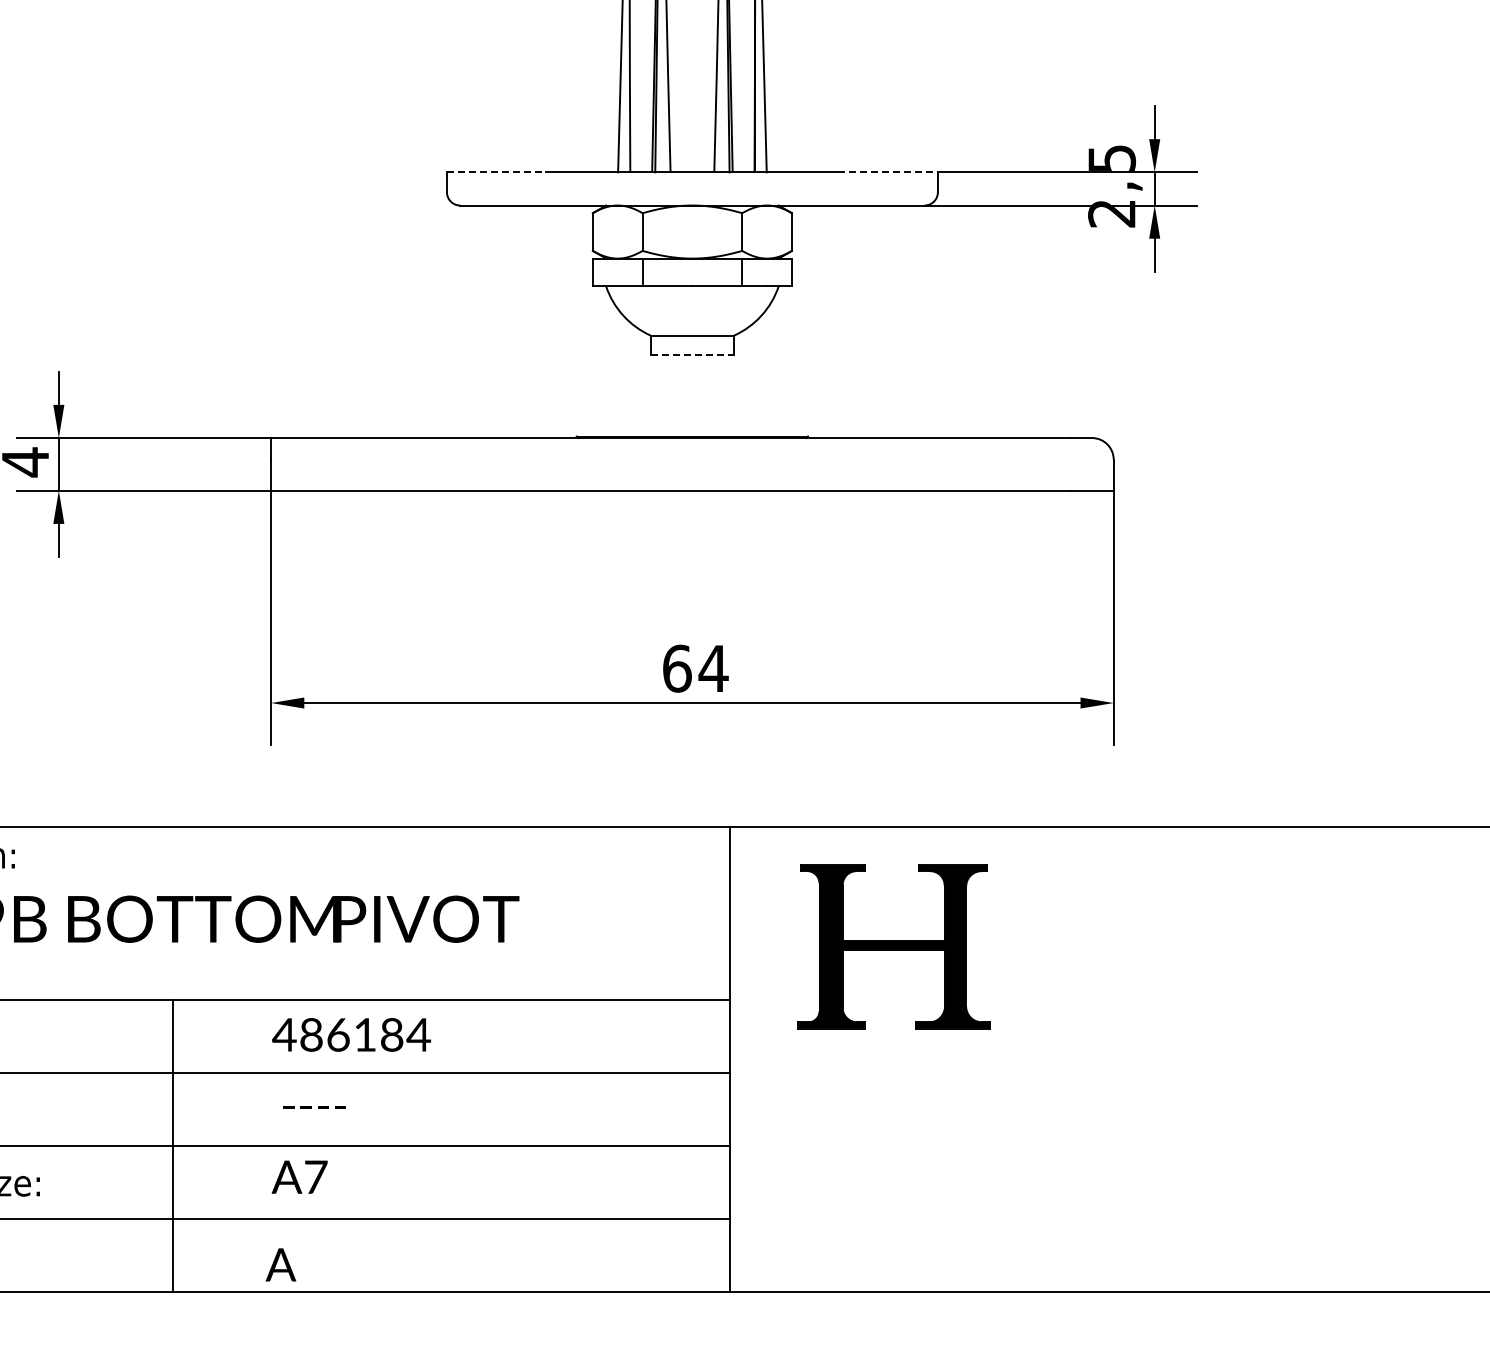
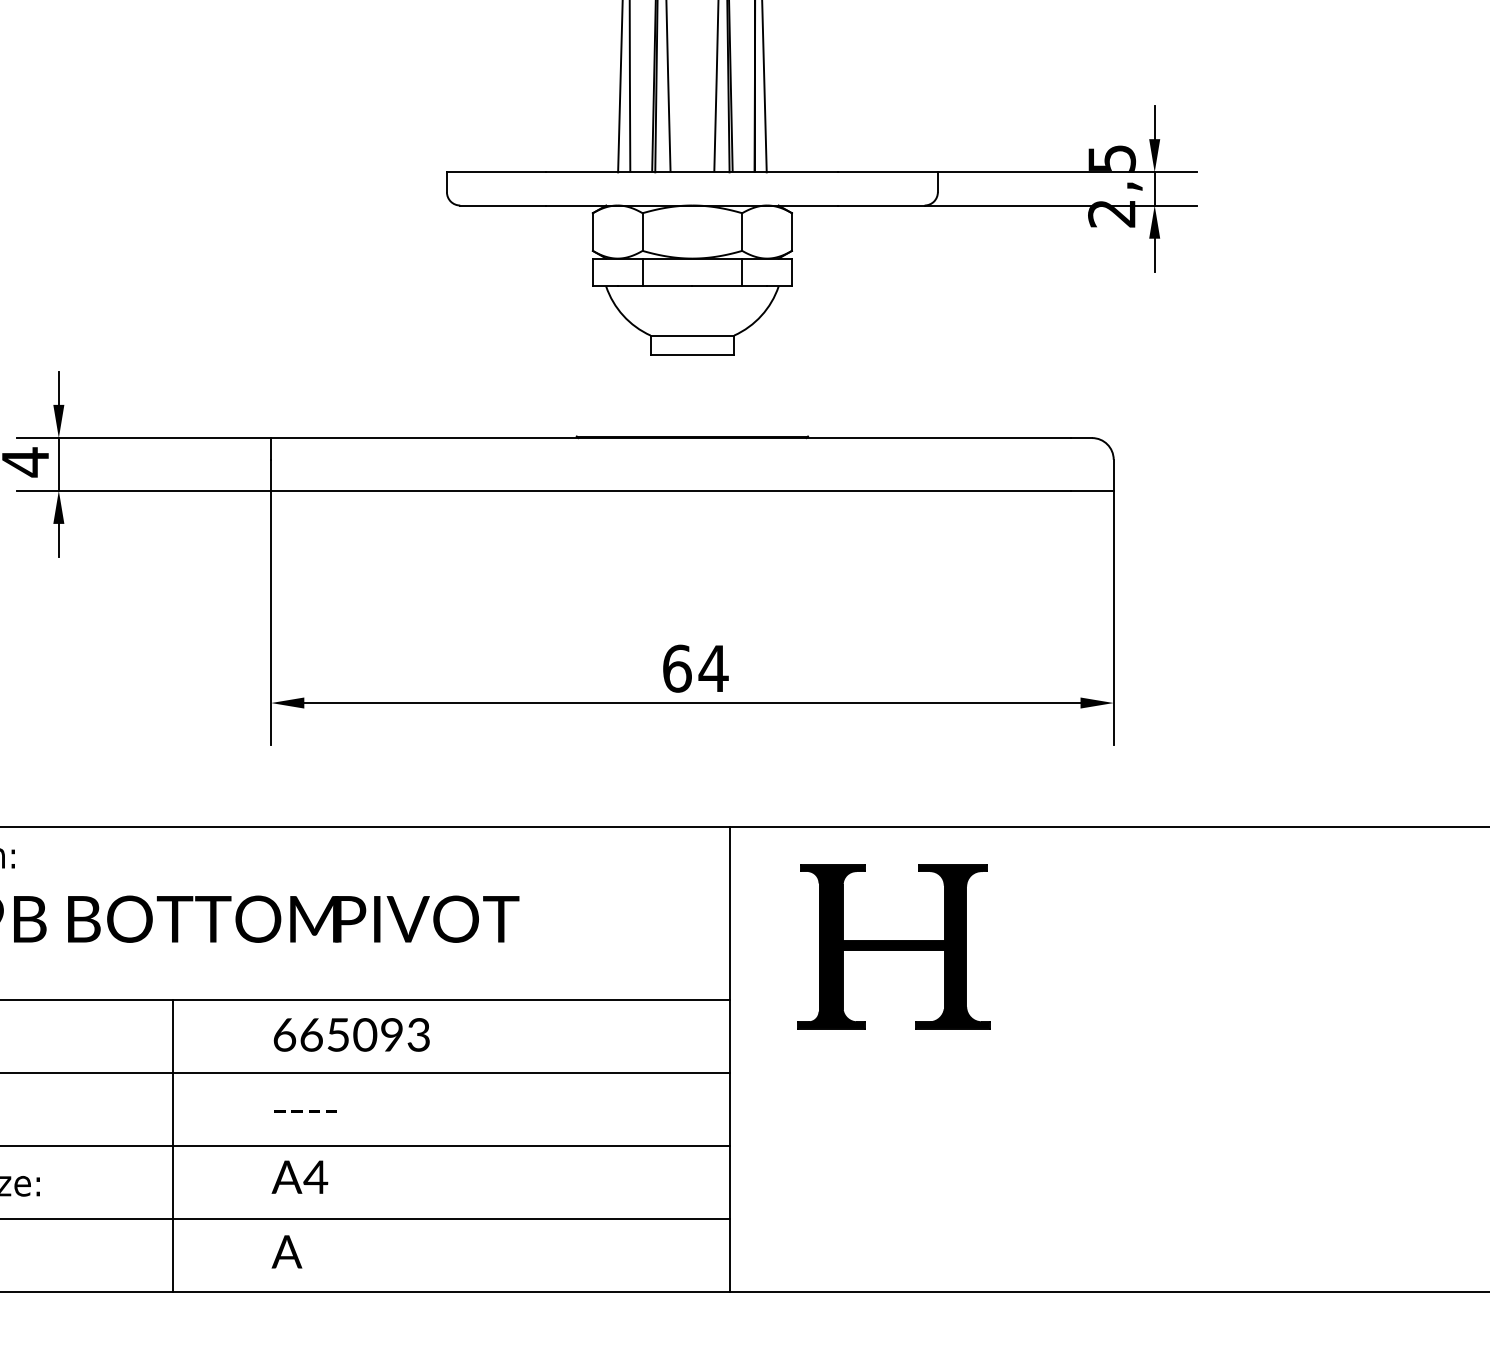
line at (496, 172): dashed -> solid
line at (888, 172): dashed -> solid
line at (692, 355): dashed -> solid
text at (351, 1034): 486184 -> 665093
text at (314, 1107) position: (314, 1107) -> (305, 1111)
text at (315, 1176): A7 -> A4
text at (280, 1264) position: (280, 1264) -> (286, 1251)
